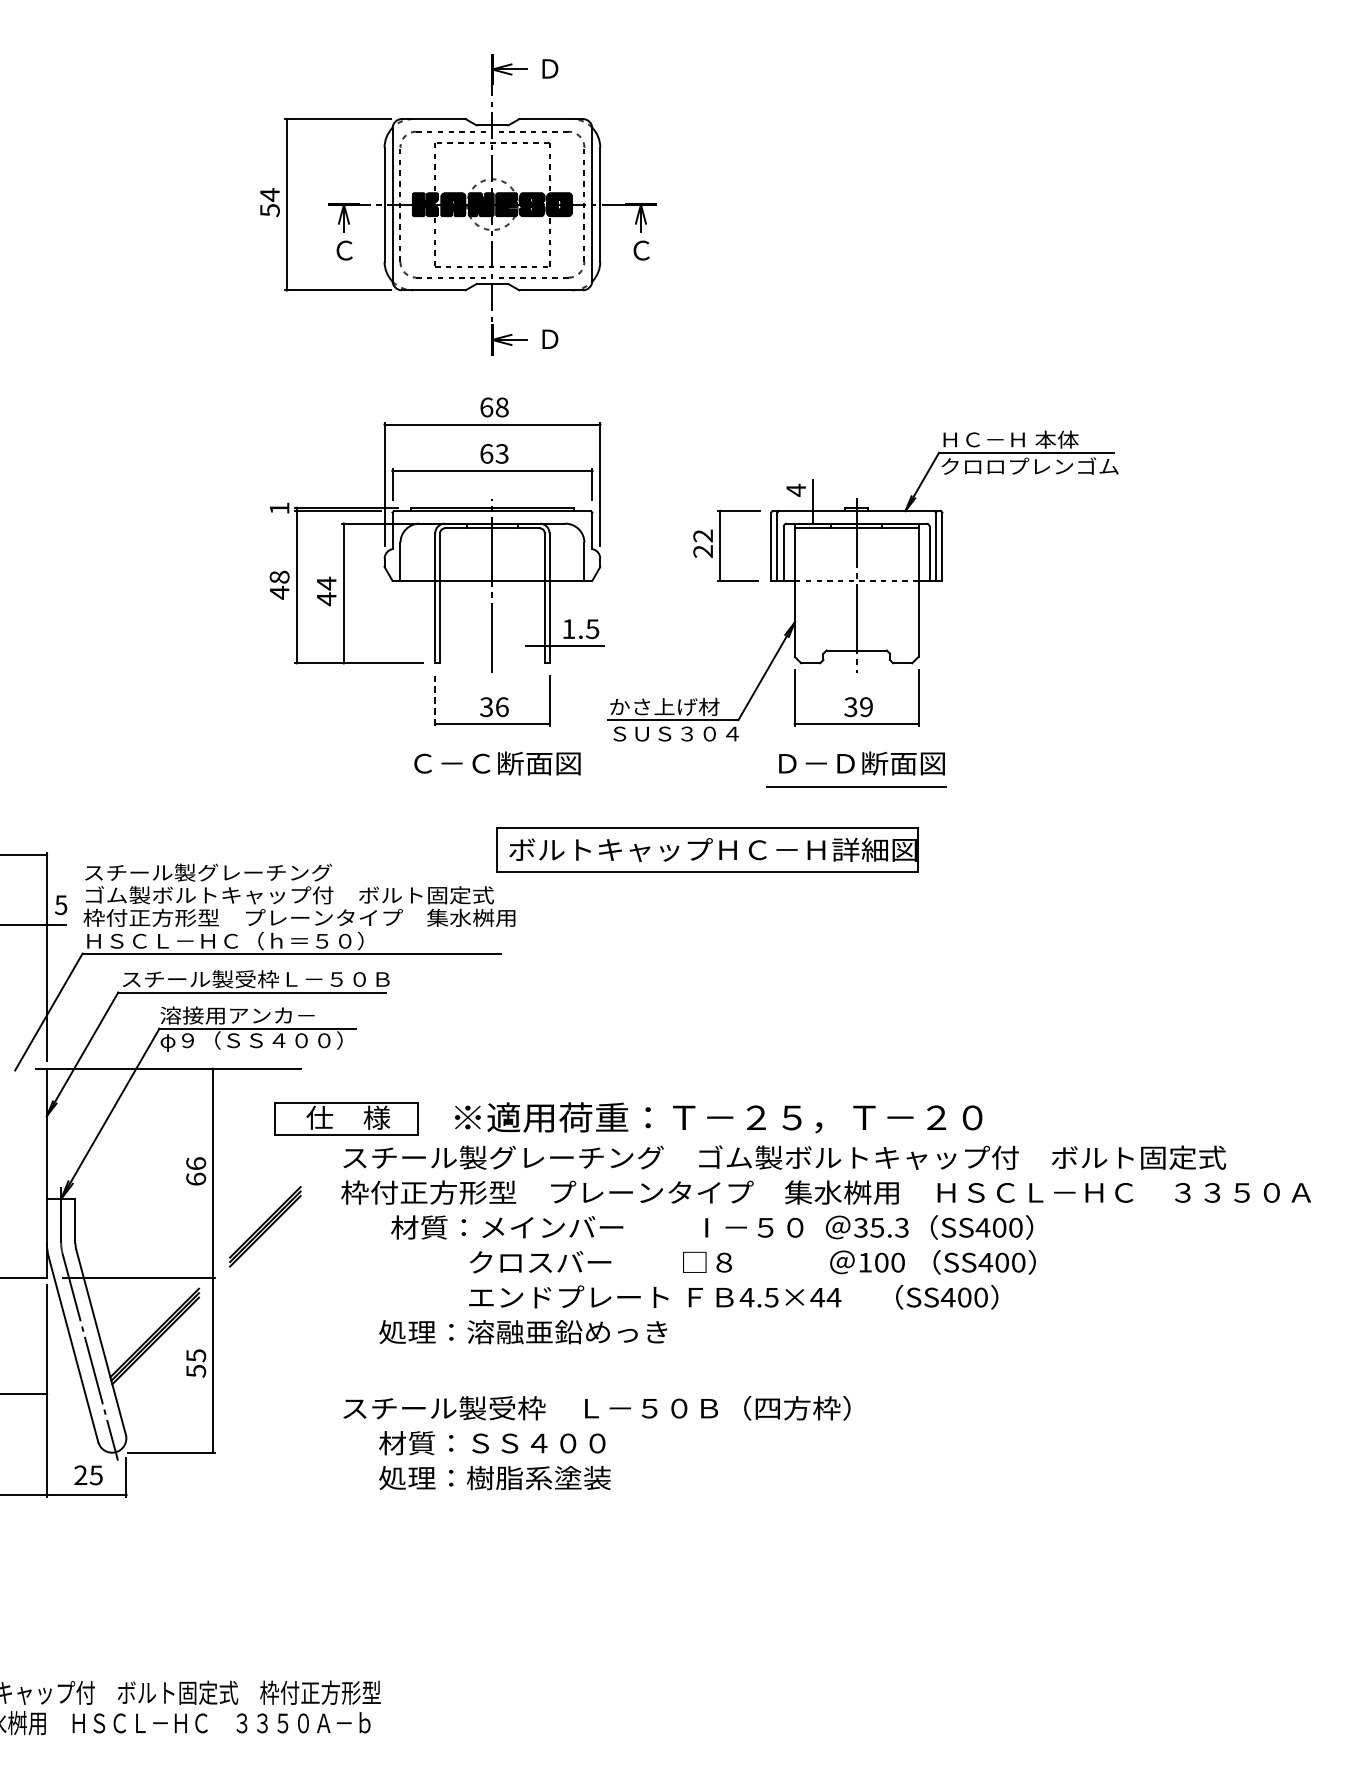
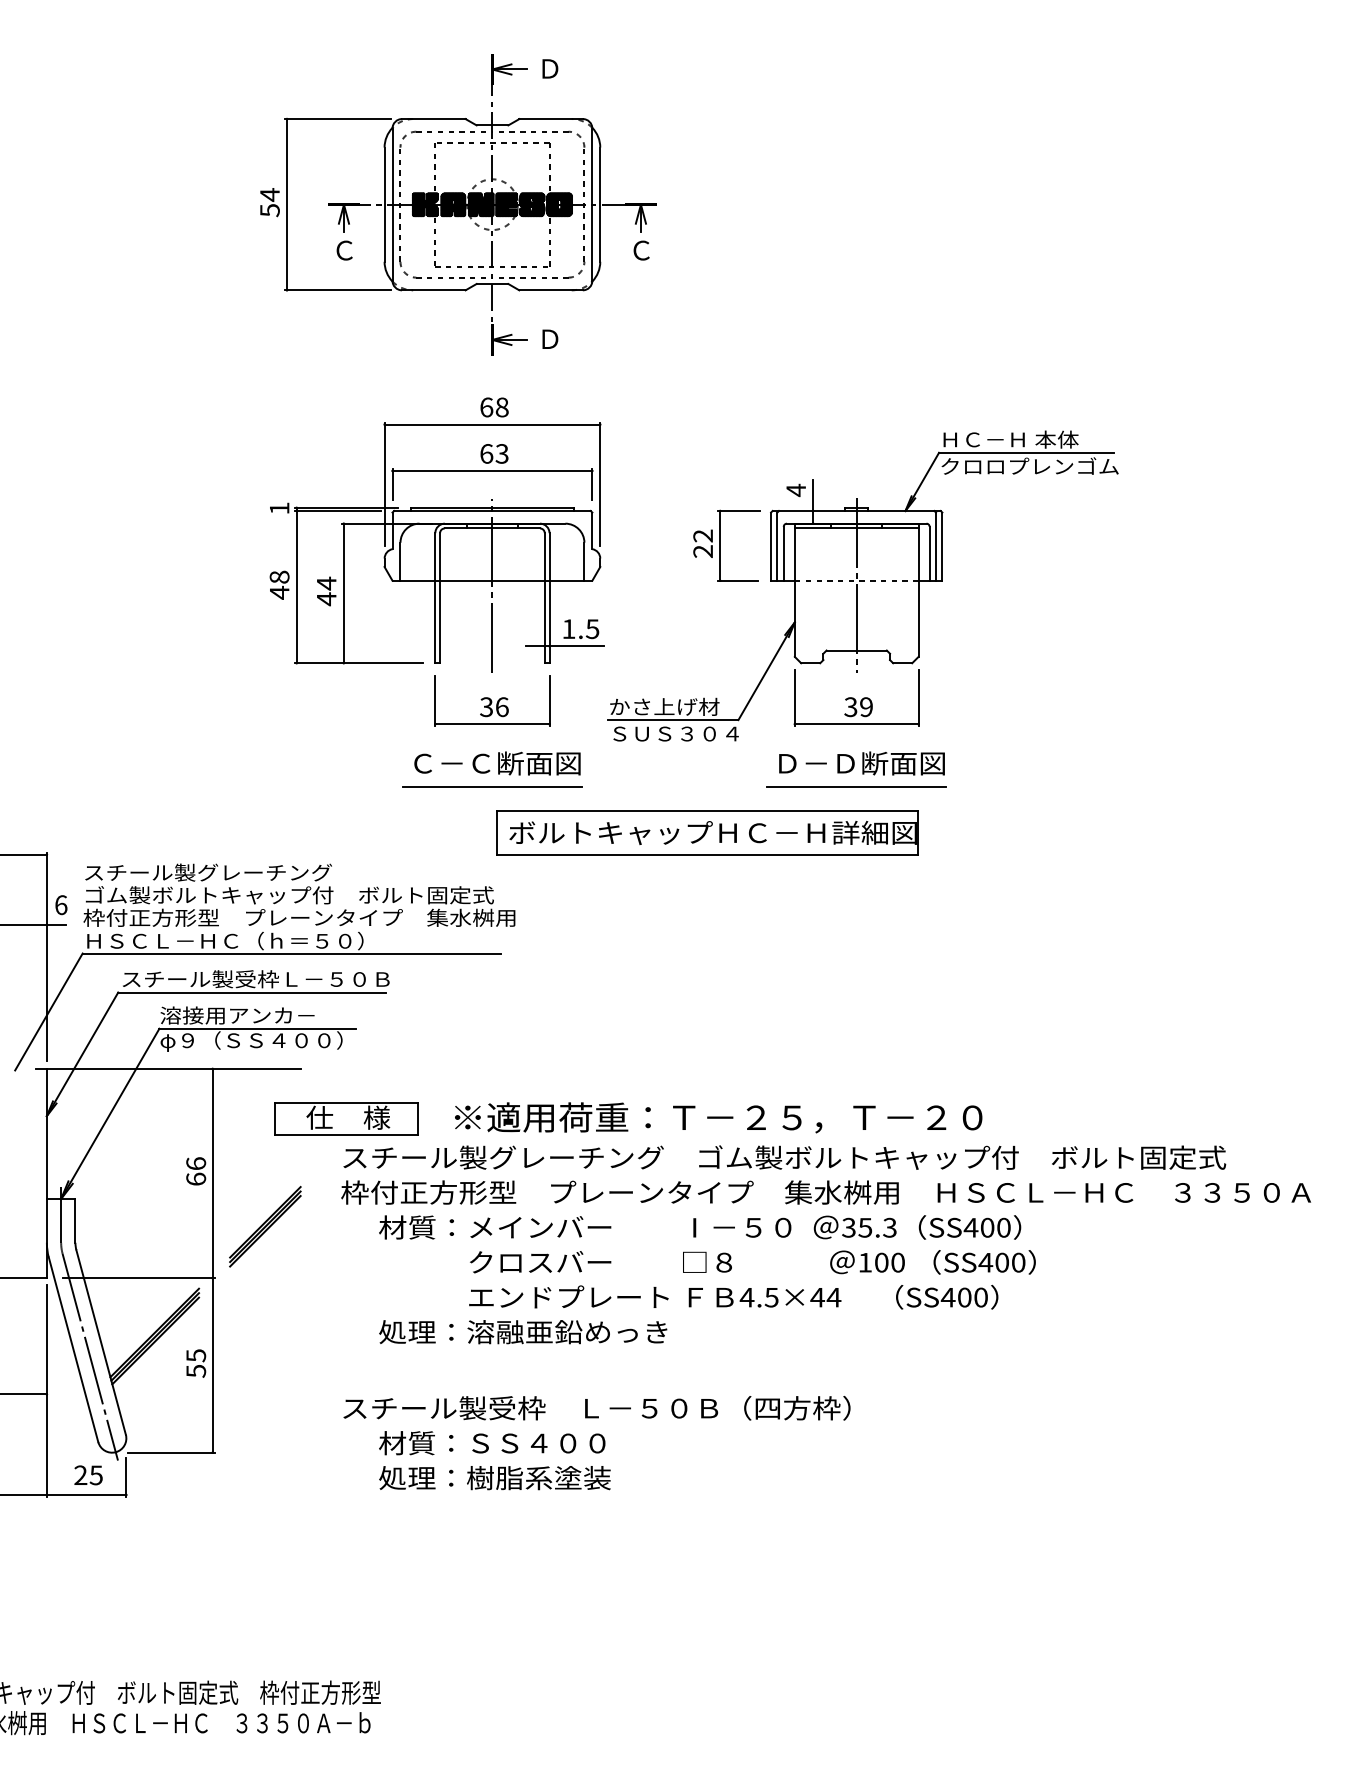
line at (435, 700): dashed -> solid
line at (492, 786): none -> present
part at (707, 849) position: (707, 849) -> (707, 832)
text at (61, 905): 5 -> 6
text at (712, 1227) position: (712, 1227) -> (700, 1227)
